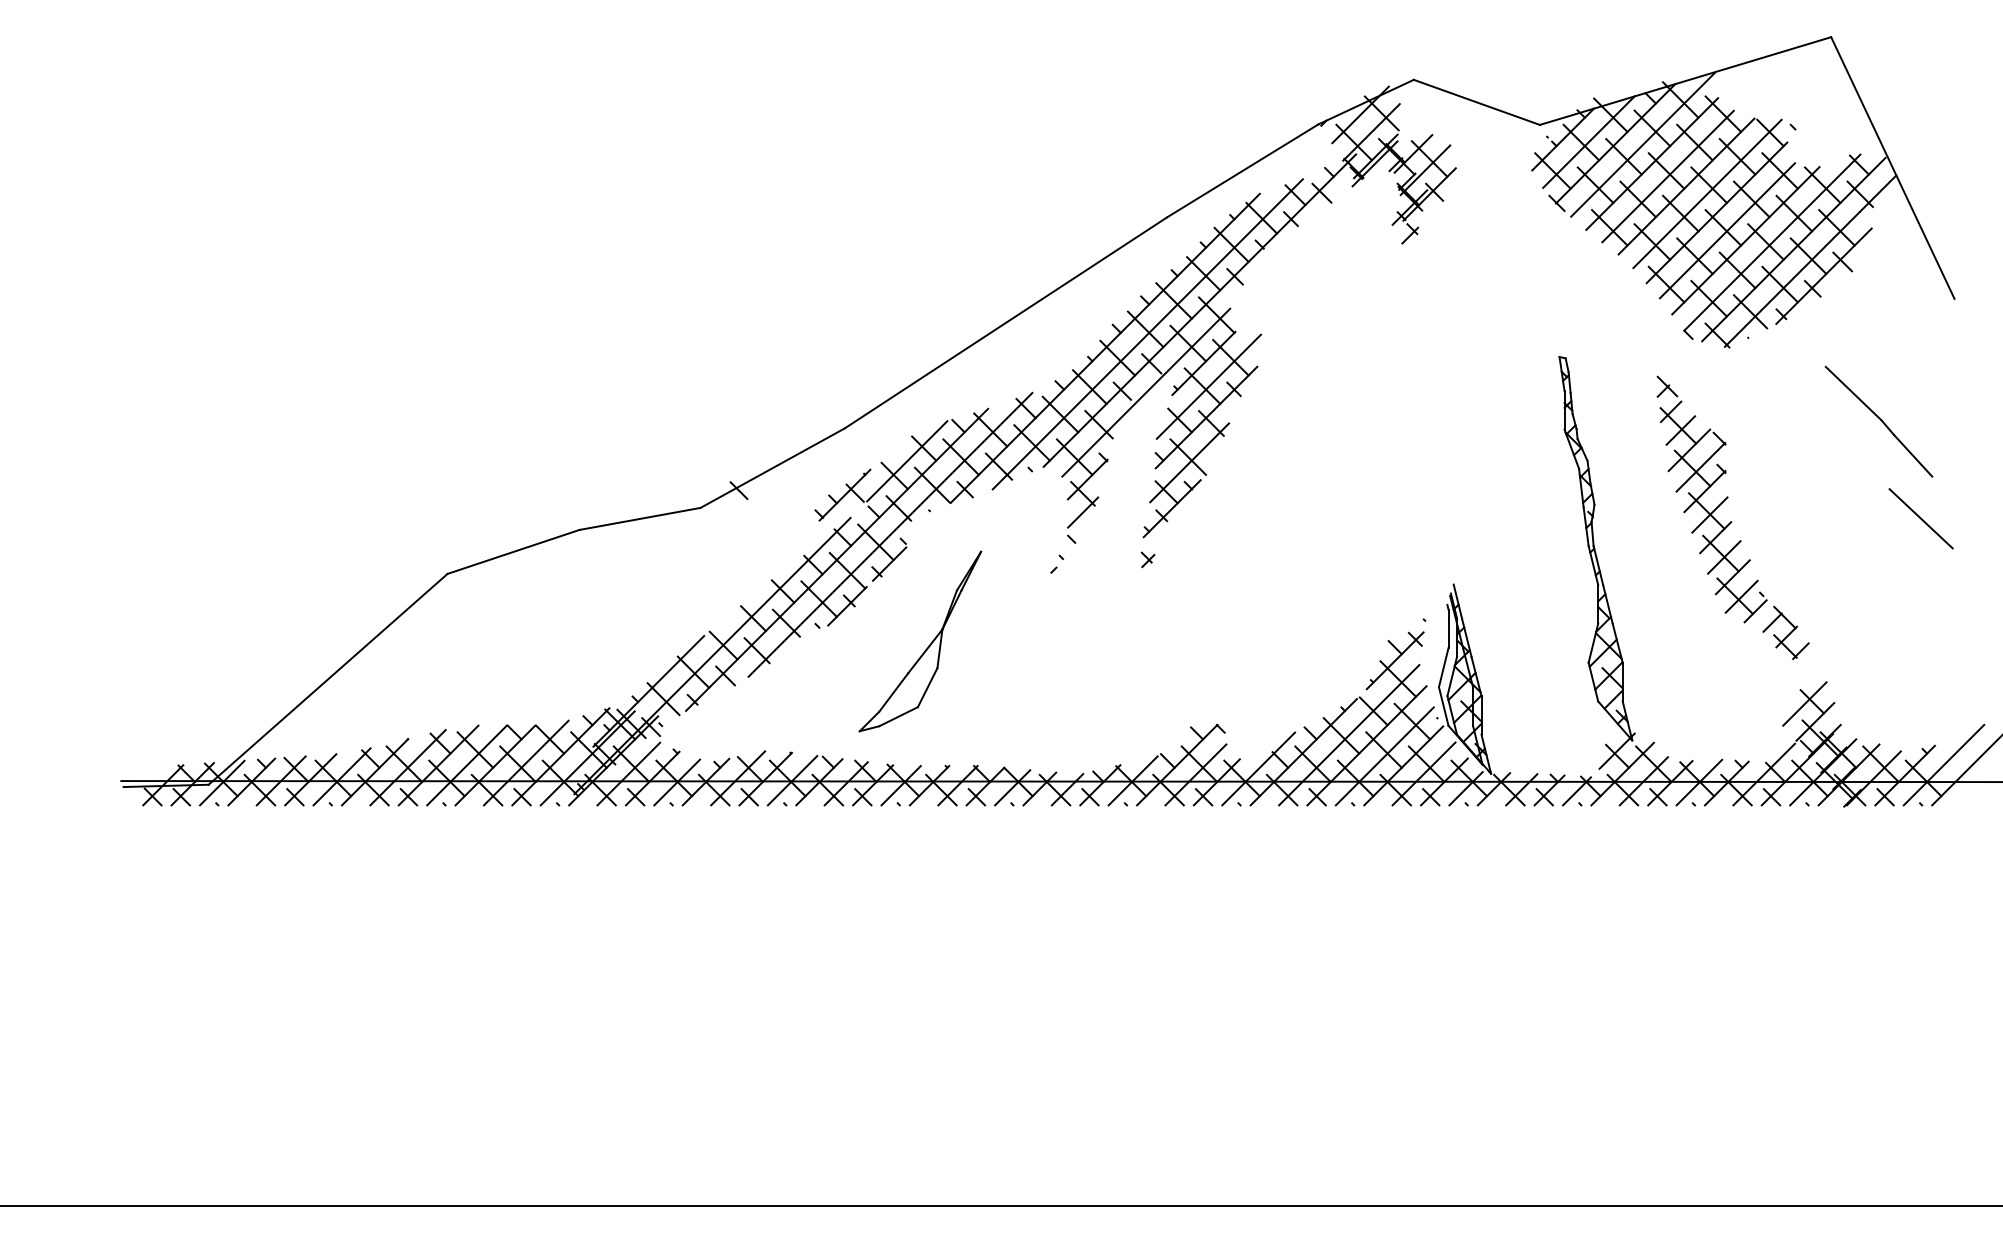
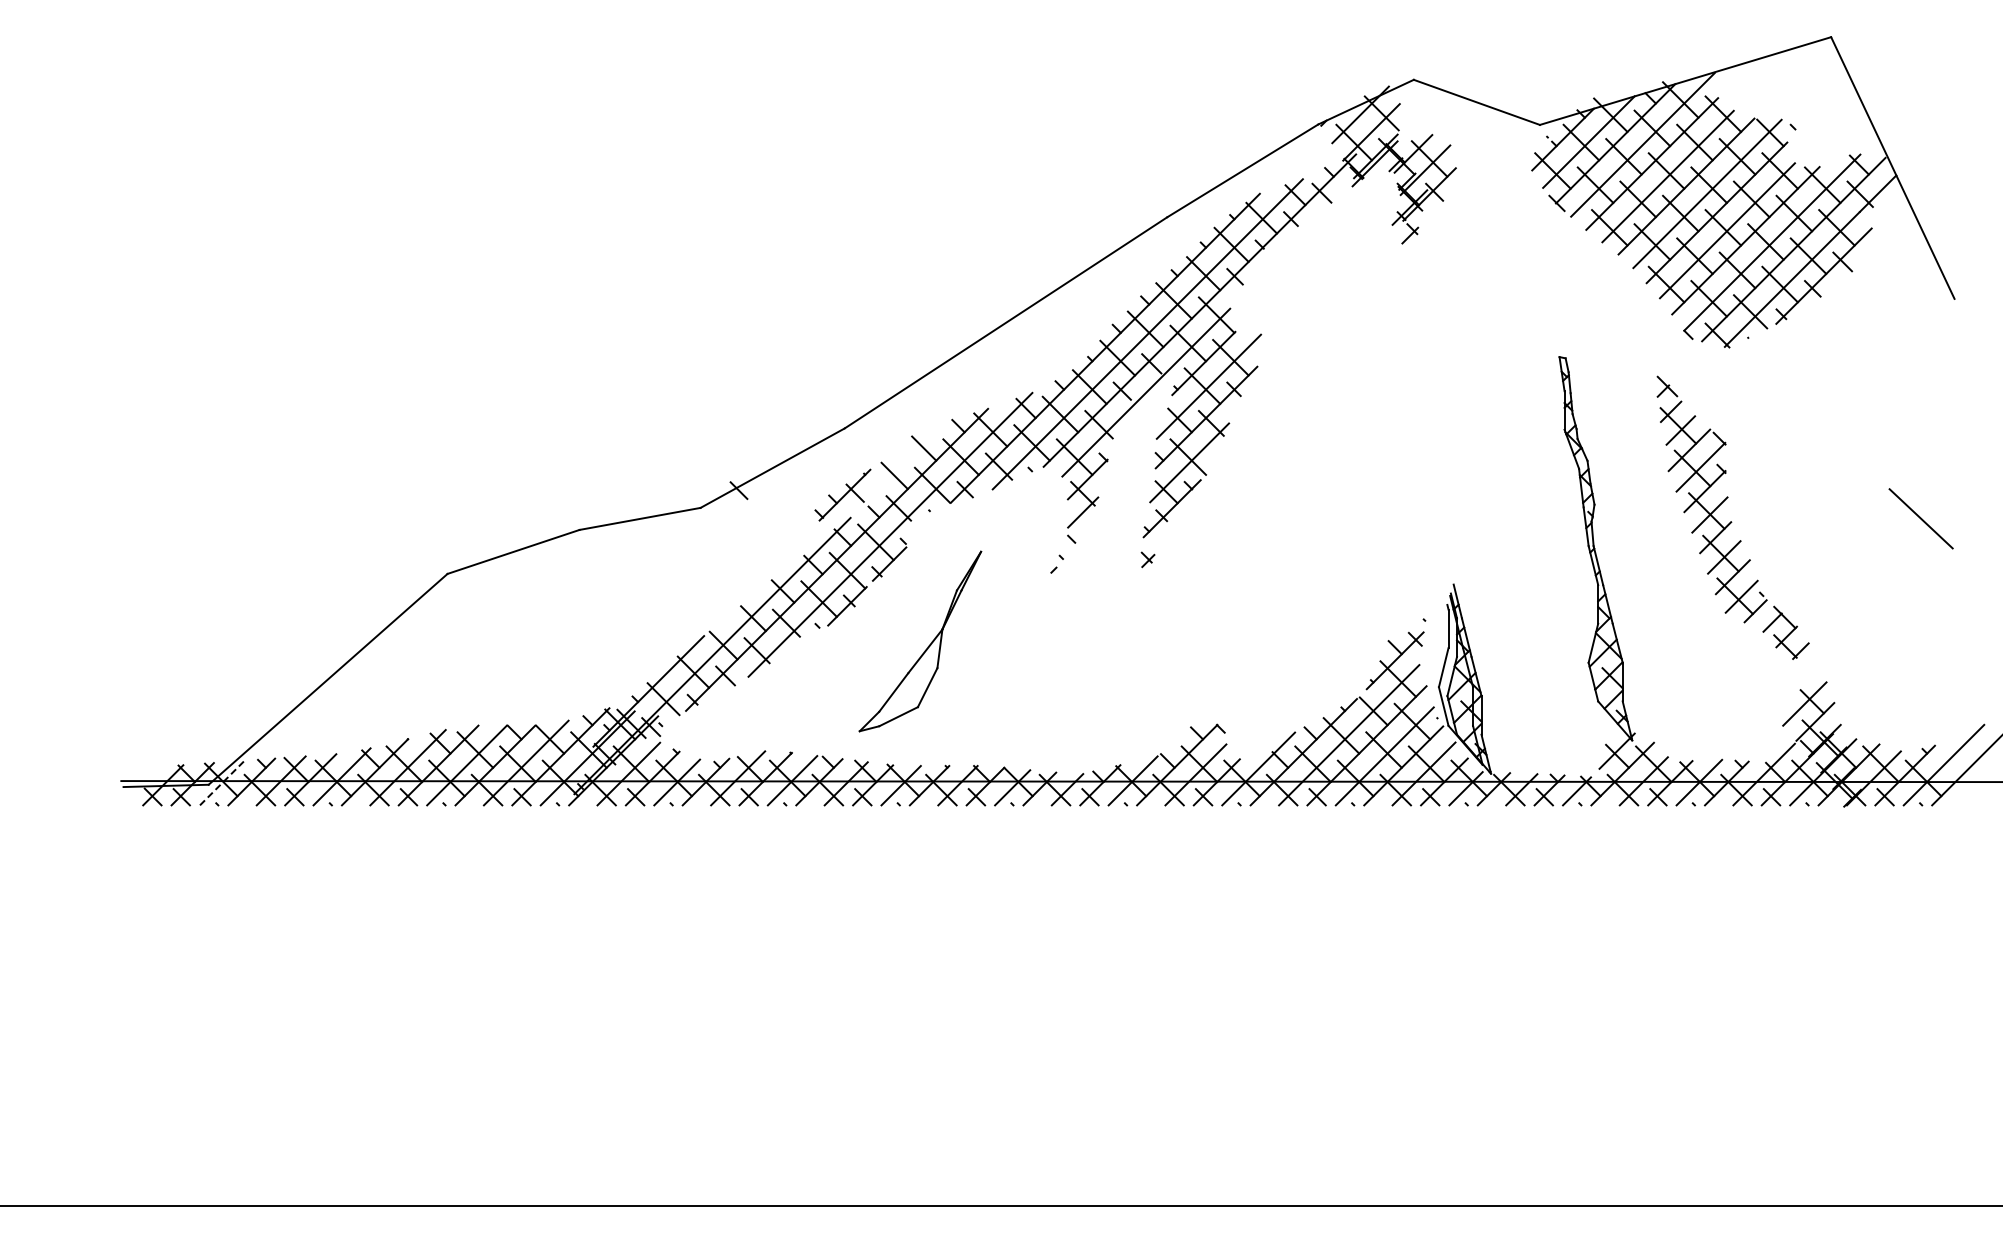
part at (1878, 421): present -> none
line at (907, 461): present -> none
line at (222, 782): solid -> dashed
